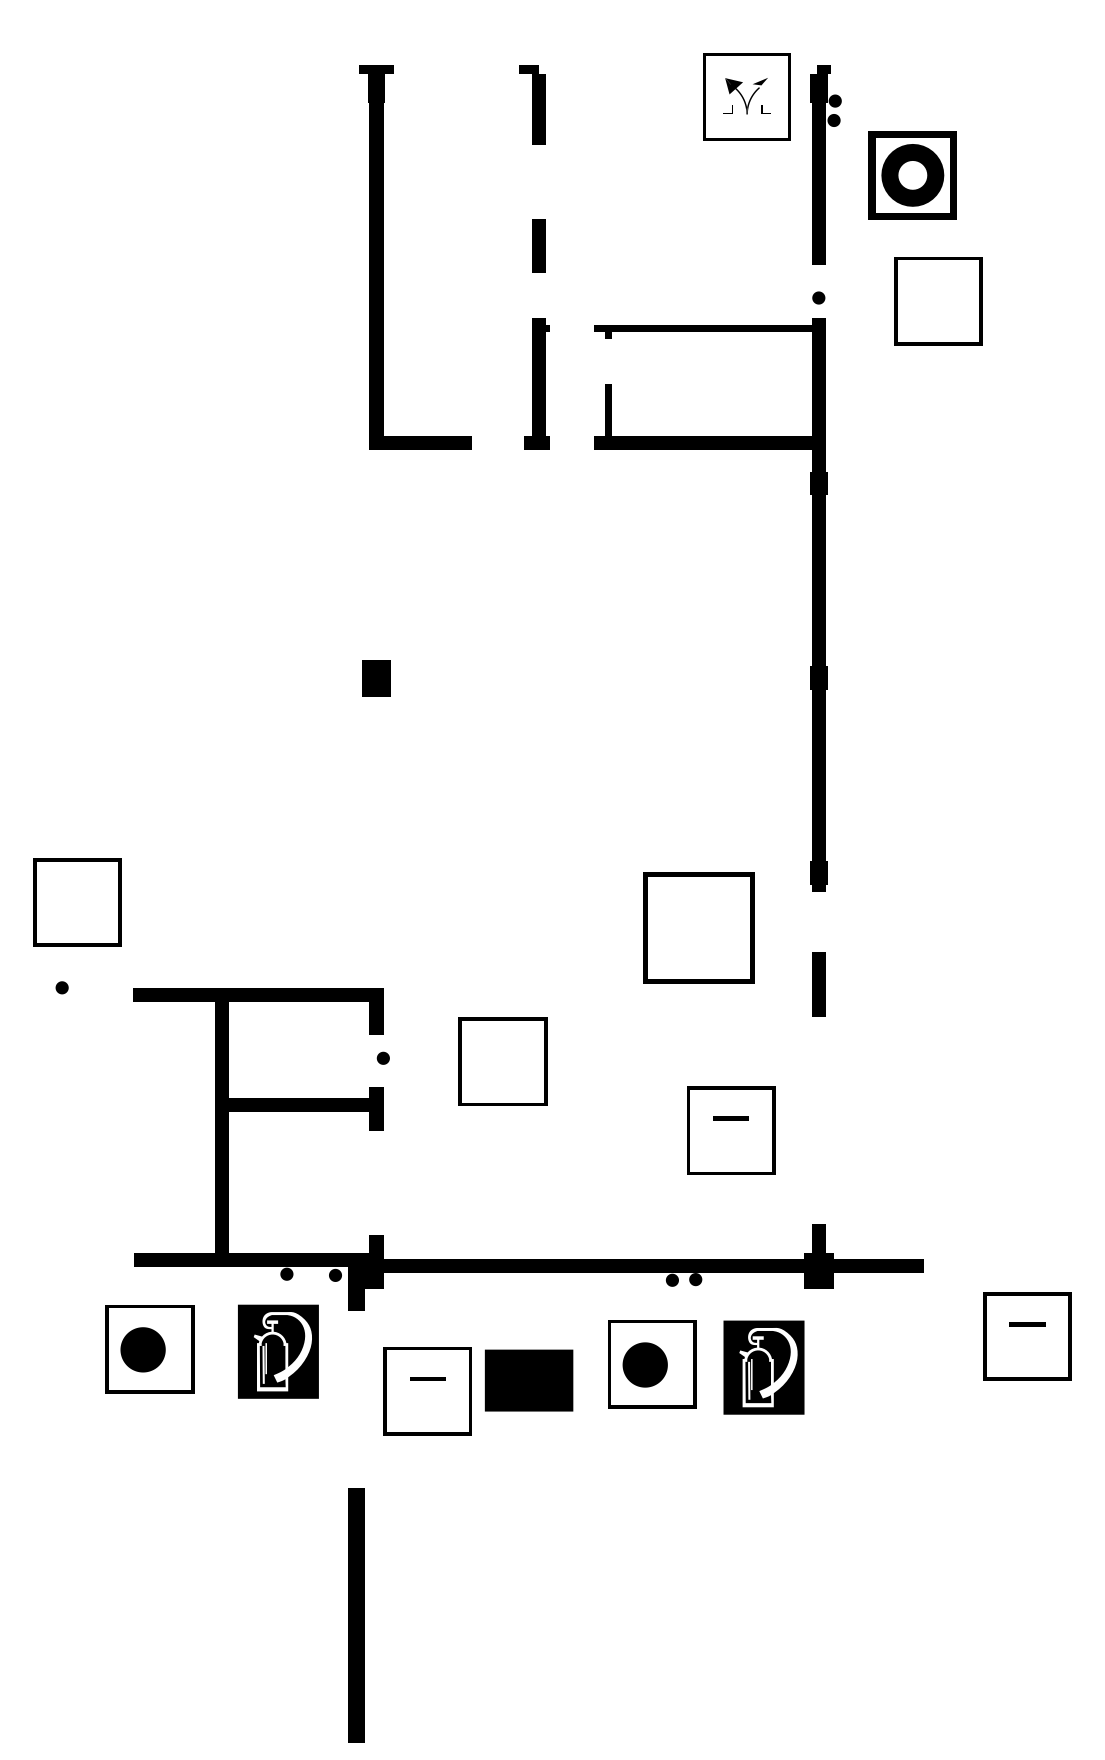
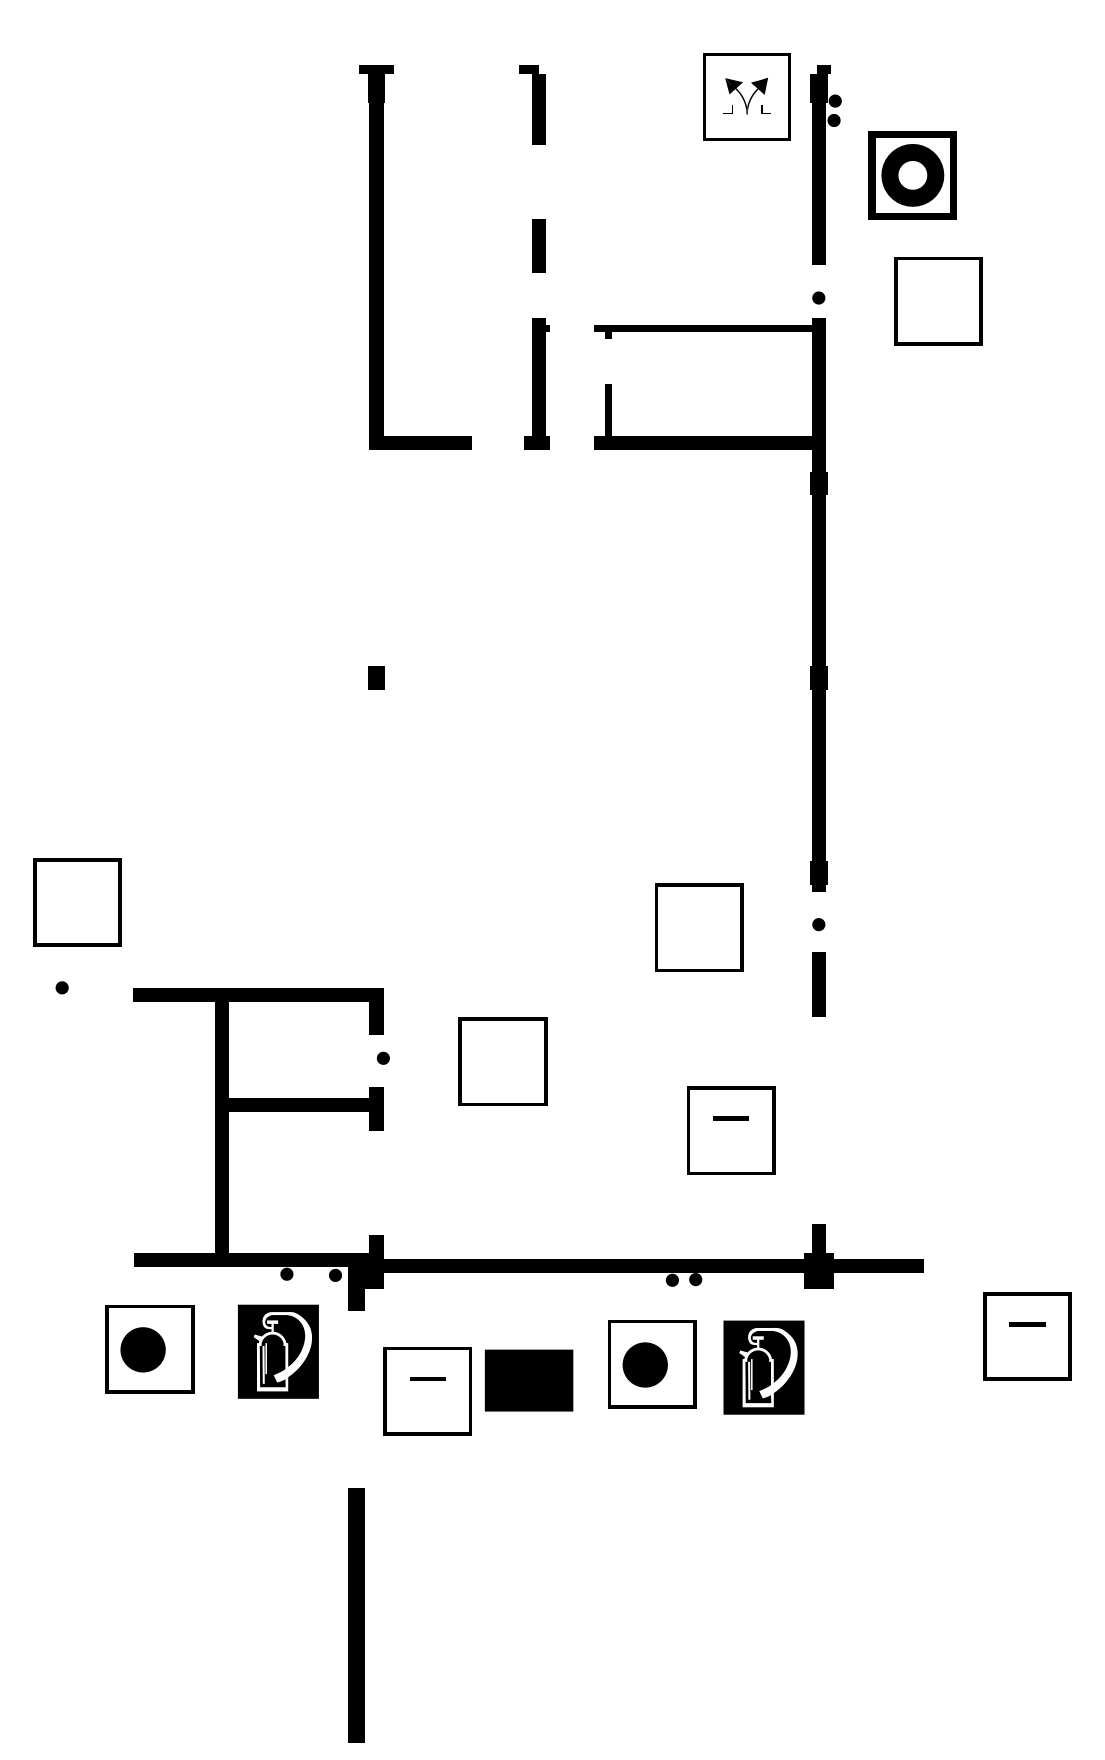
fill at (759, 85): none -> present
part at (376, 678) size: 29x37 px -> 17x24 px
fill at (818, 924): none -> present
part at (698, 927) size: 112x112 px -> 89x89 px
